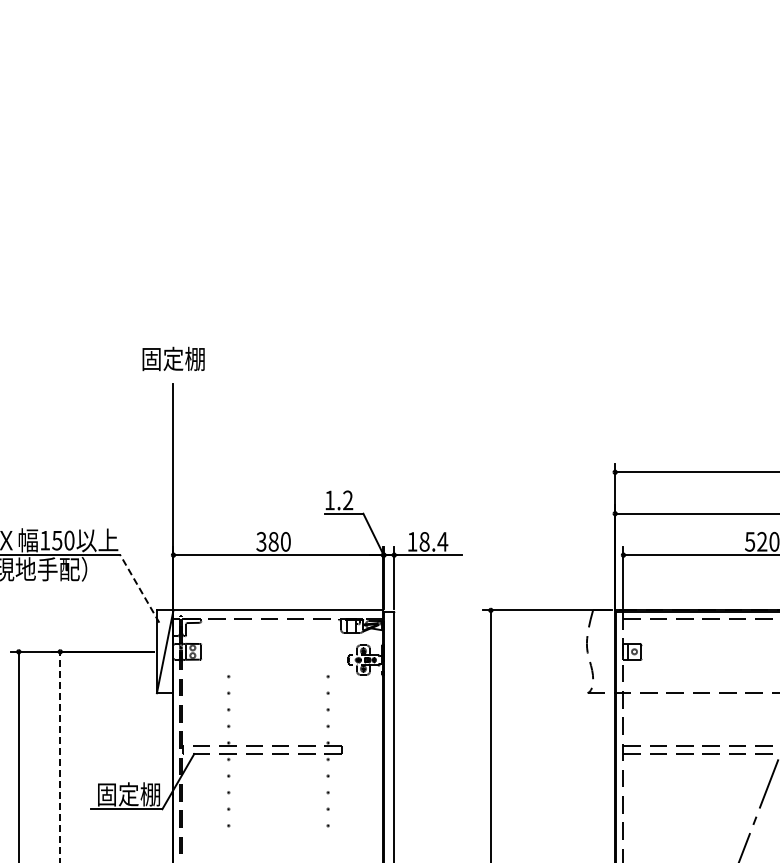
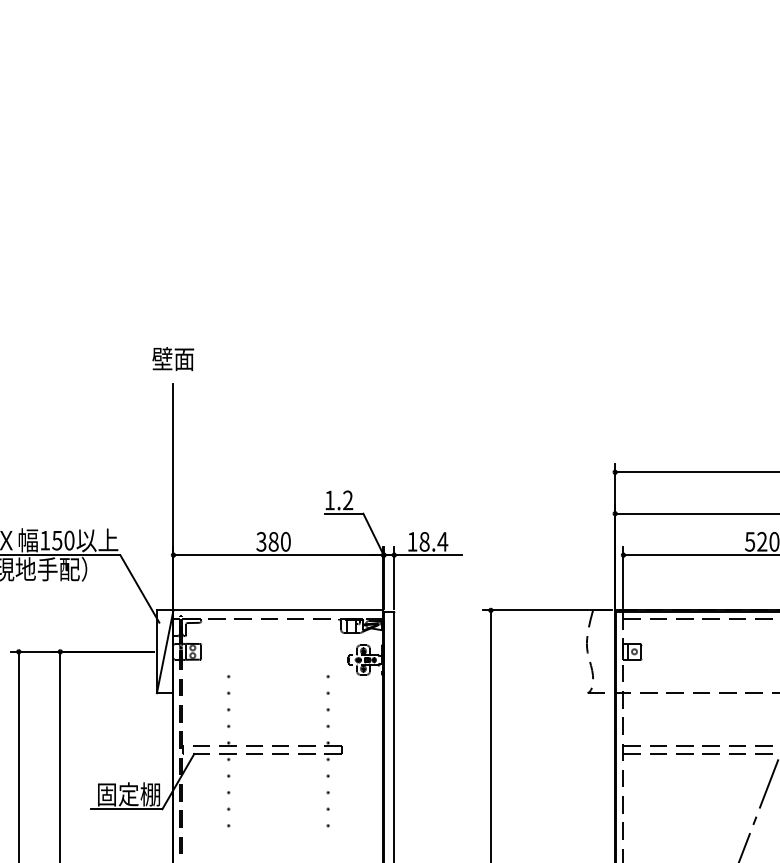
text at (173, 358): 固定棚 -> 壁面
line at (139, 588): dashed -> solid
line at (60, 756): dashed -> solid
